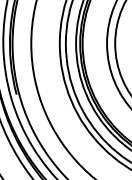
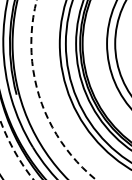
circle at (63, 89): solid -> dashed
circle at (16, 149): solid -> dashed
